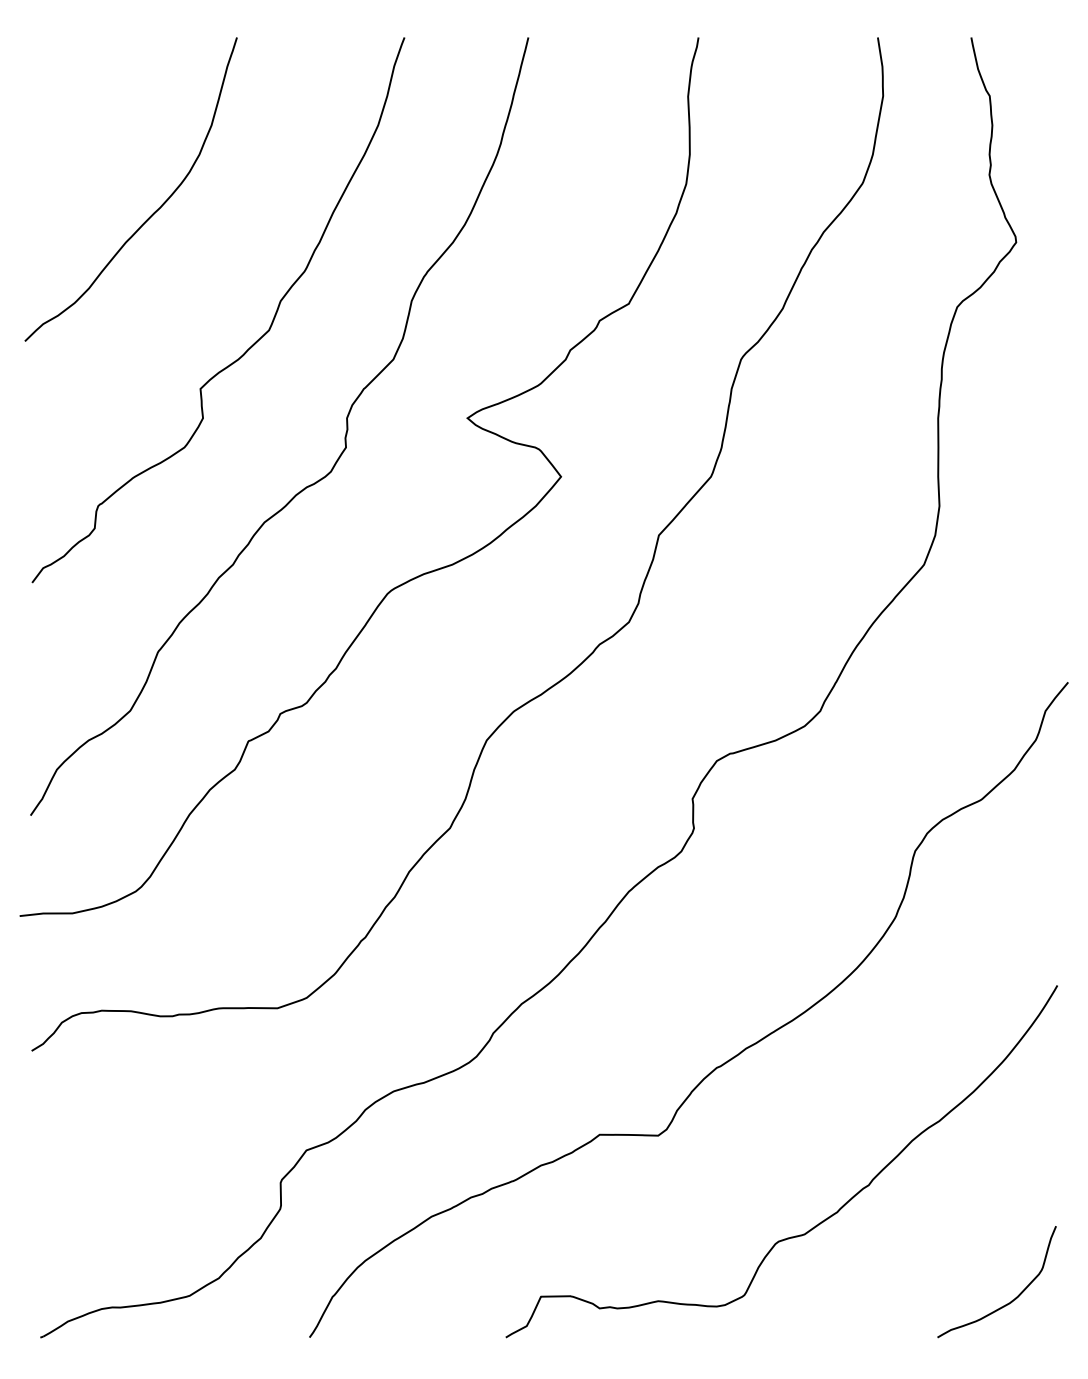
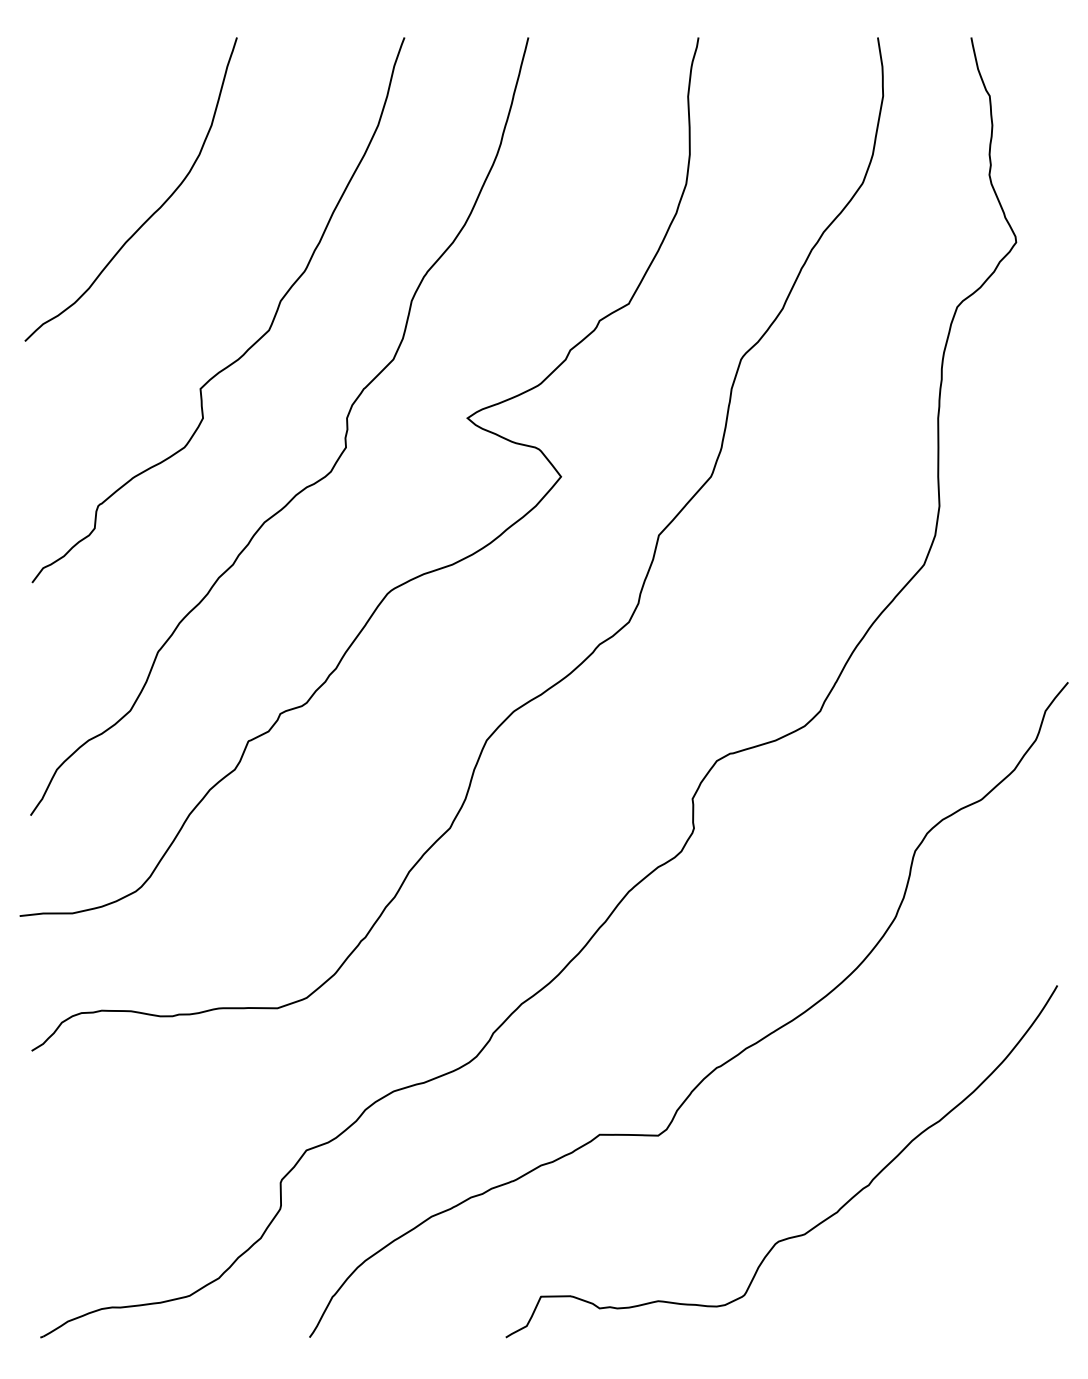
curve at (1008, 1302): present -> none
